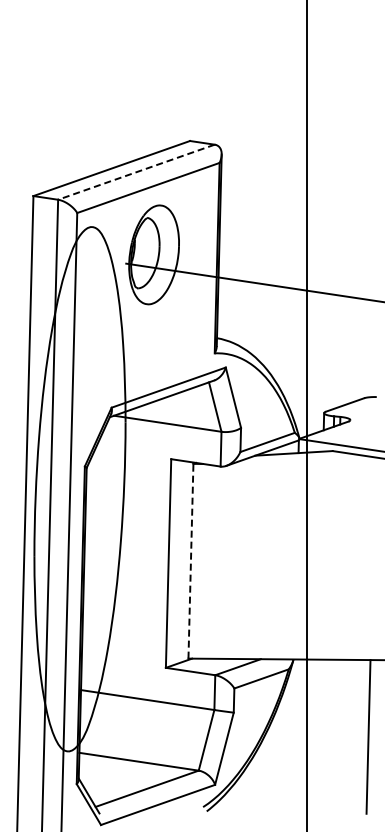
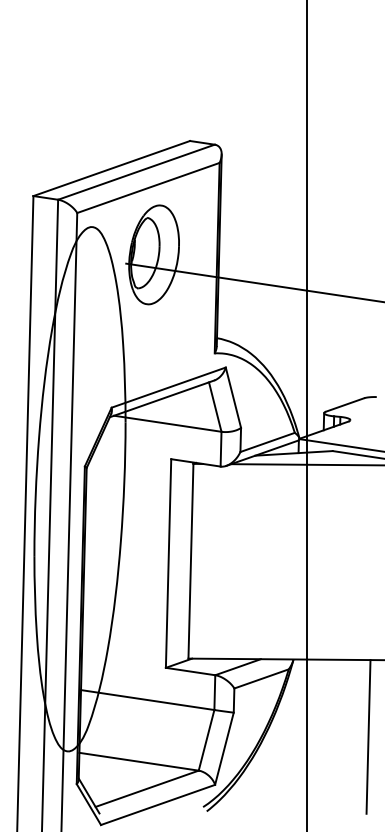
line at (136, 172): dashed -> solid
line at (306, 464): none -> present
line at (190, 560): dashed -> solid
